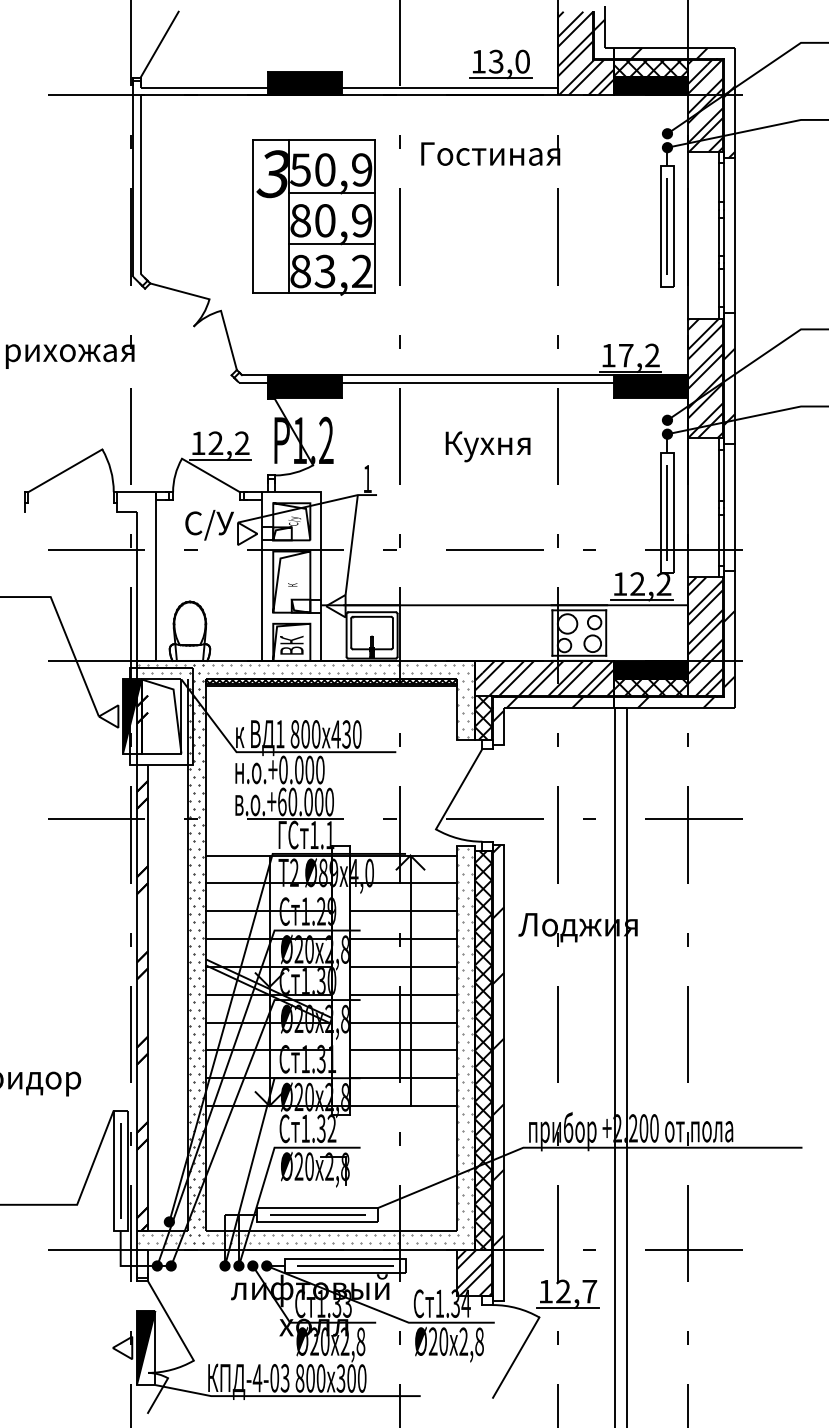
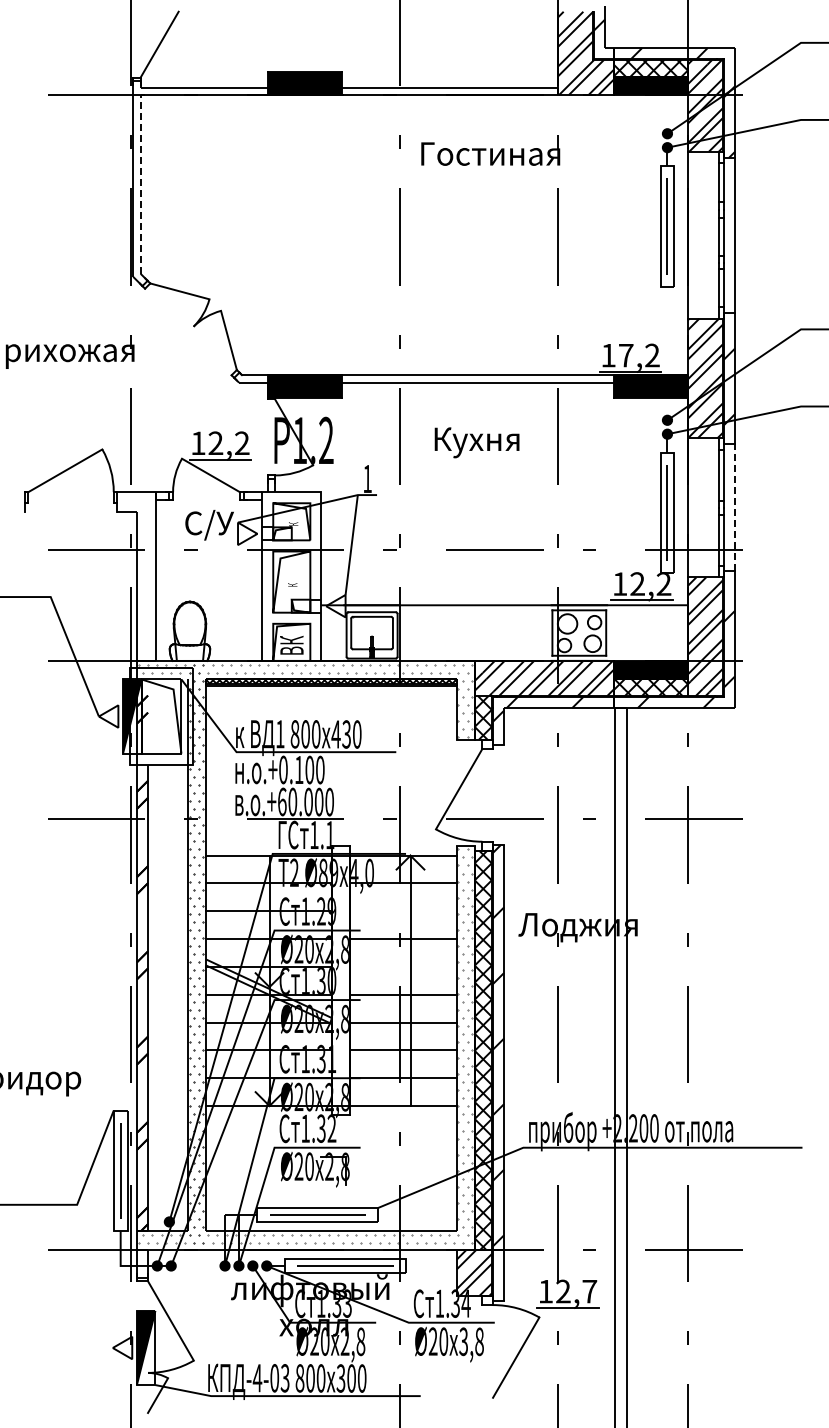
part at (500, 64): present -> none
line at (140, 184): solid -> dashed
part at (313, 217): present -> none
text at (487, 446) position: (487, 446) -> (476, 442)
line at (735, 507): solid -> dashed
text at (294, 520): С/у -> К
text at (299, 769): .+0.000 -> .+0.100
line at (403, 911): present -> none
line at (403, 966): present -> none
text at (463, 1342): 2,8 -> 3,8
